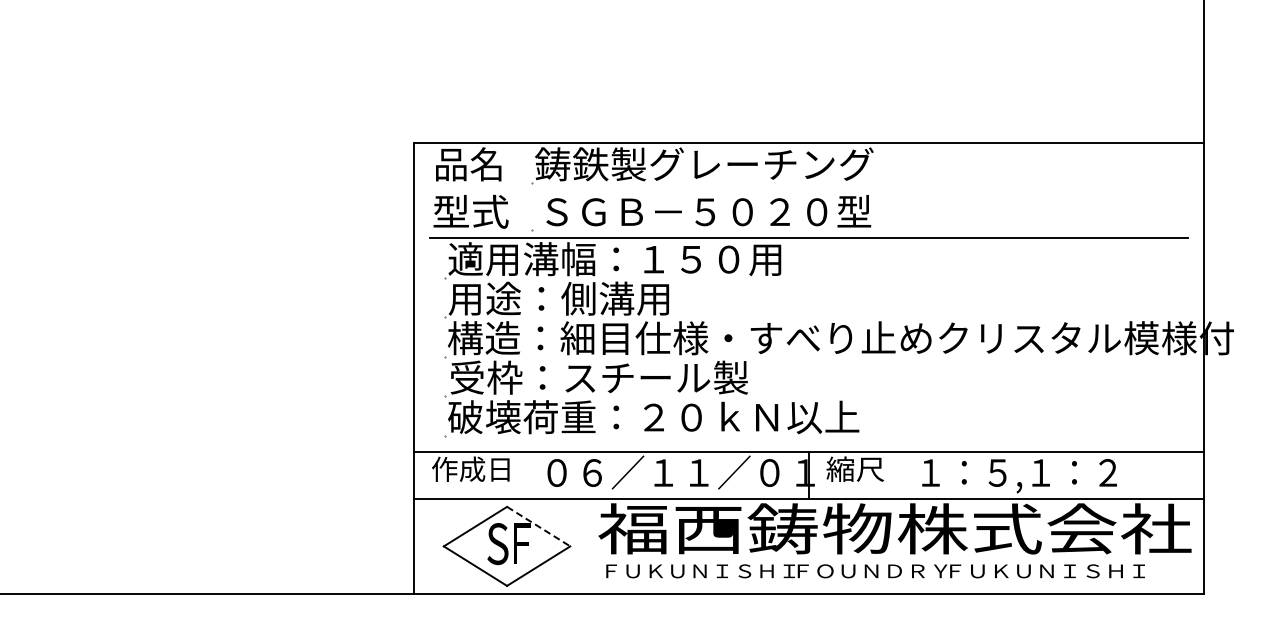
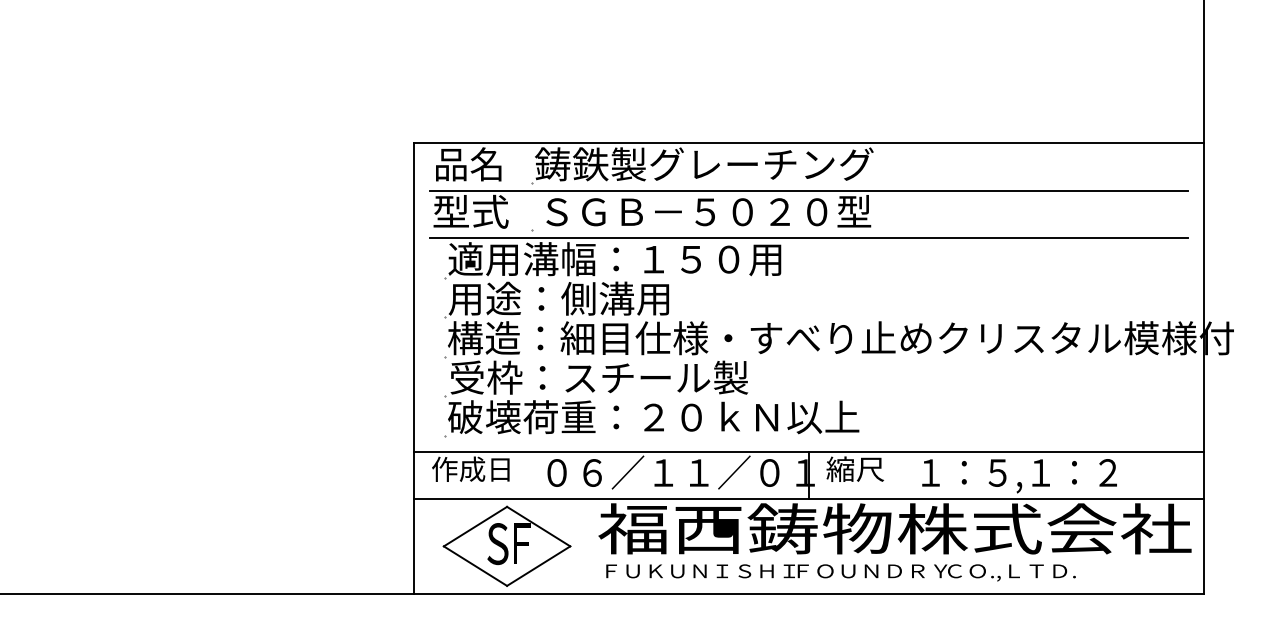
line at (808, 190): none -> present
line at (539, 526): dashed -> solid
text at (1046, 572): ＦＵＫＵＮＩＳＨＩ -> ＣＯ.,ＬＴＤ.
